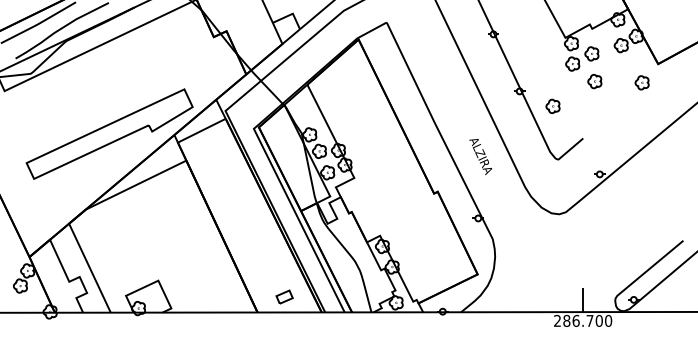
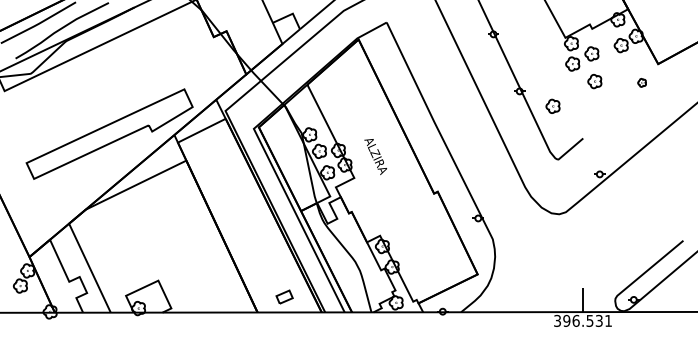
part at (641, 82) size: 16x16 px -> 10x10 px
text at (480, 157) position: (480, 157) -> (375, 157)
text at (583, 320): 286.700 -> 396.531
